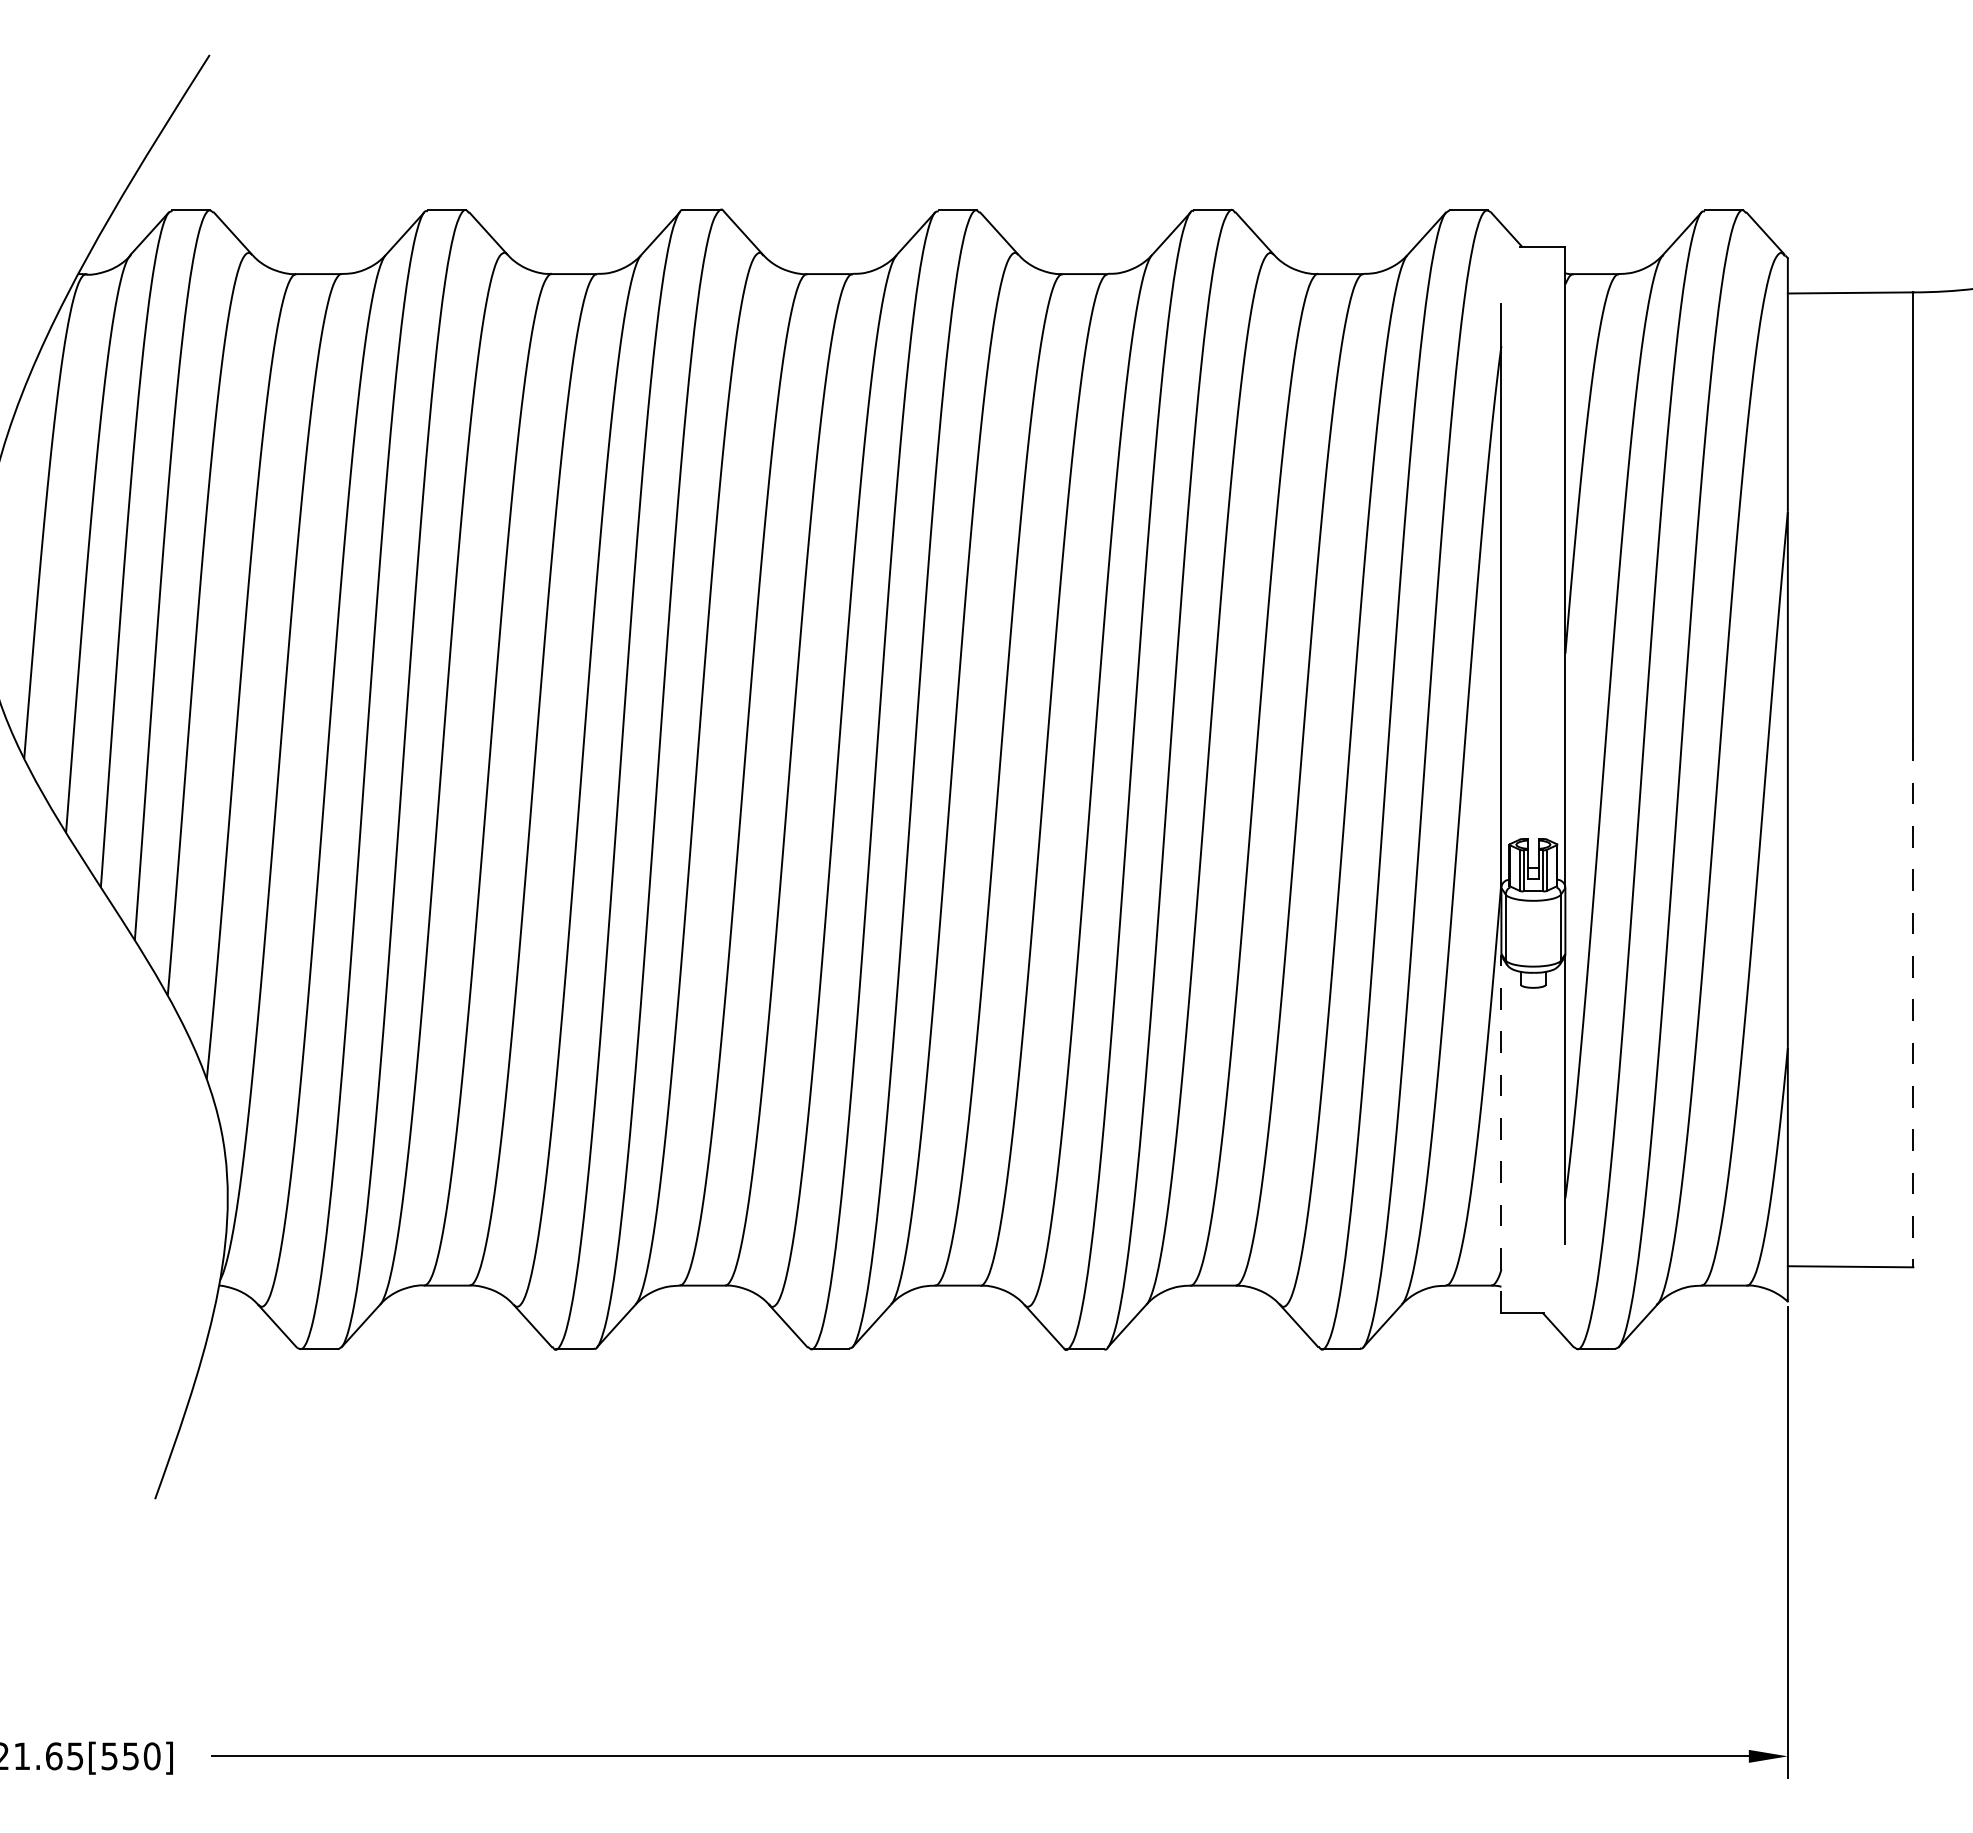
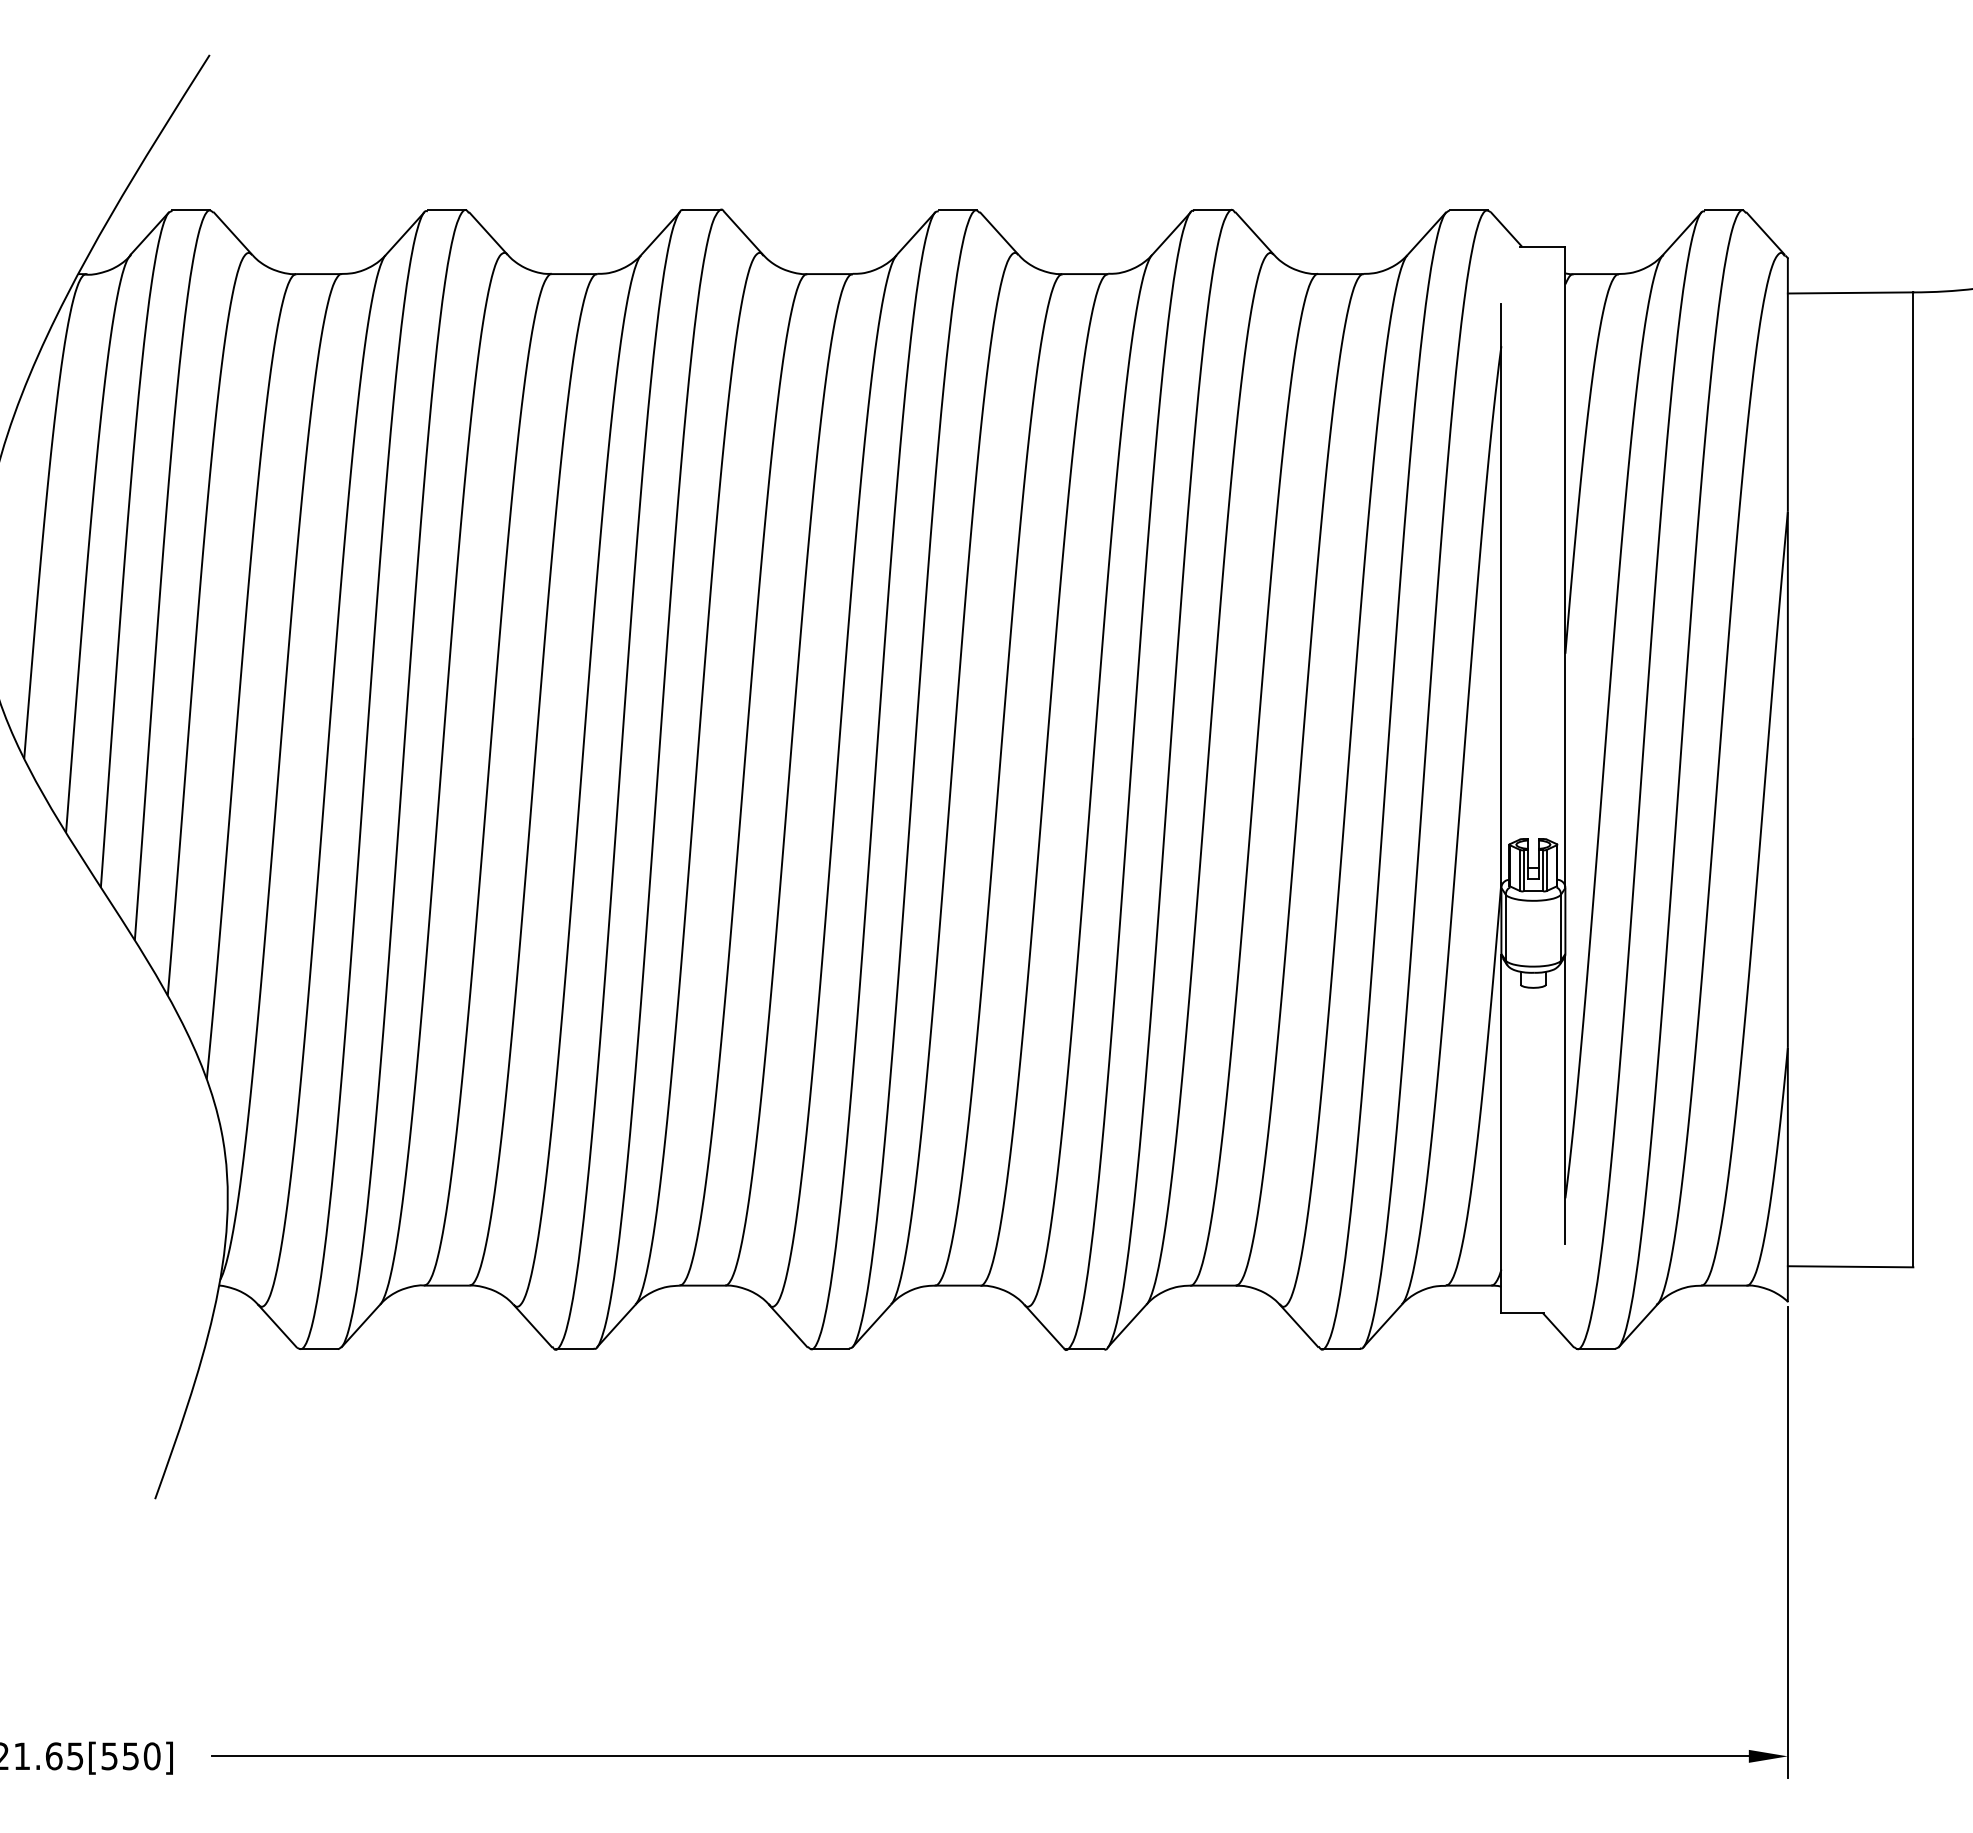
line at (1913, 1003): dashed -> solid
line at (1501, 1133): dashed -> solid
